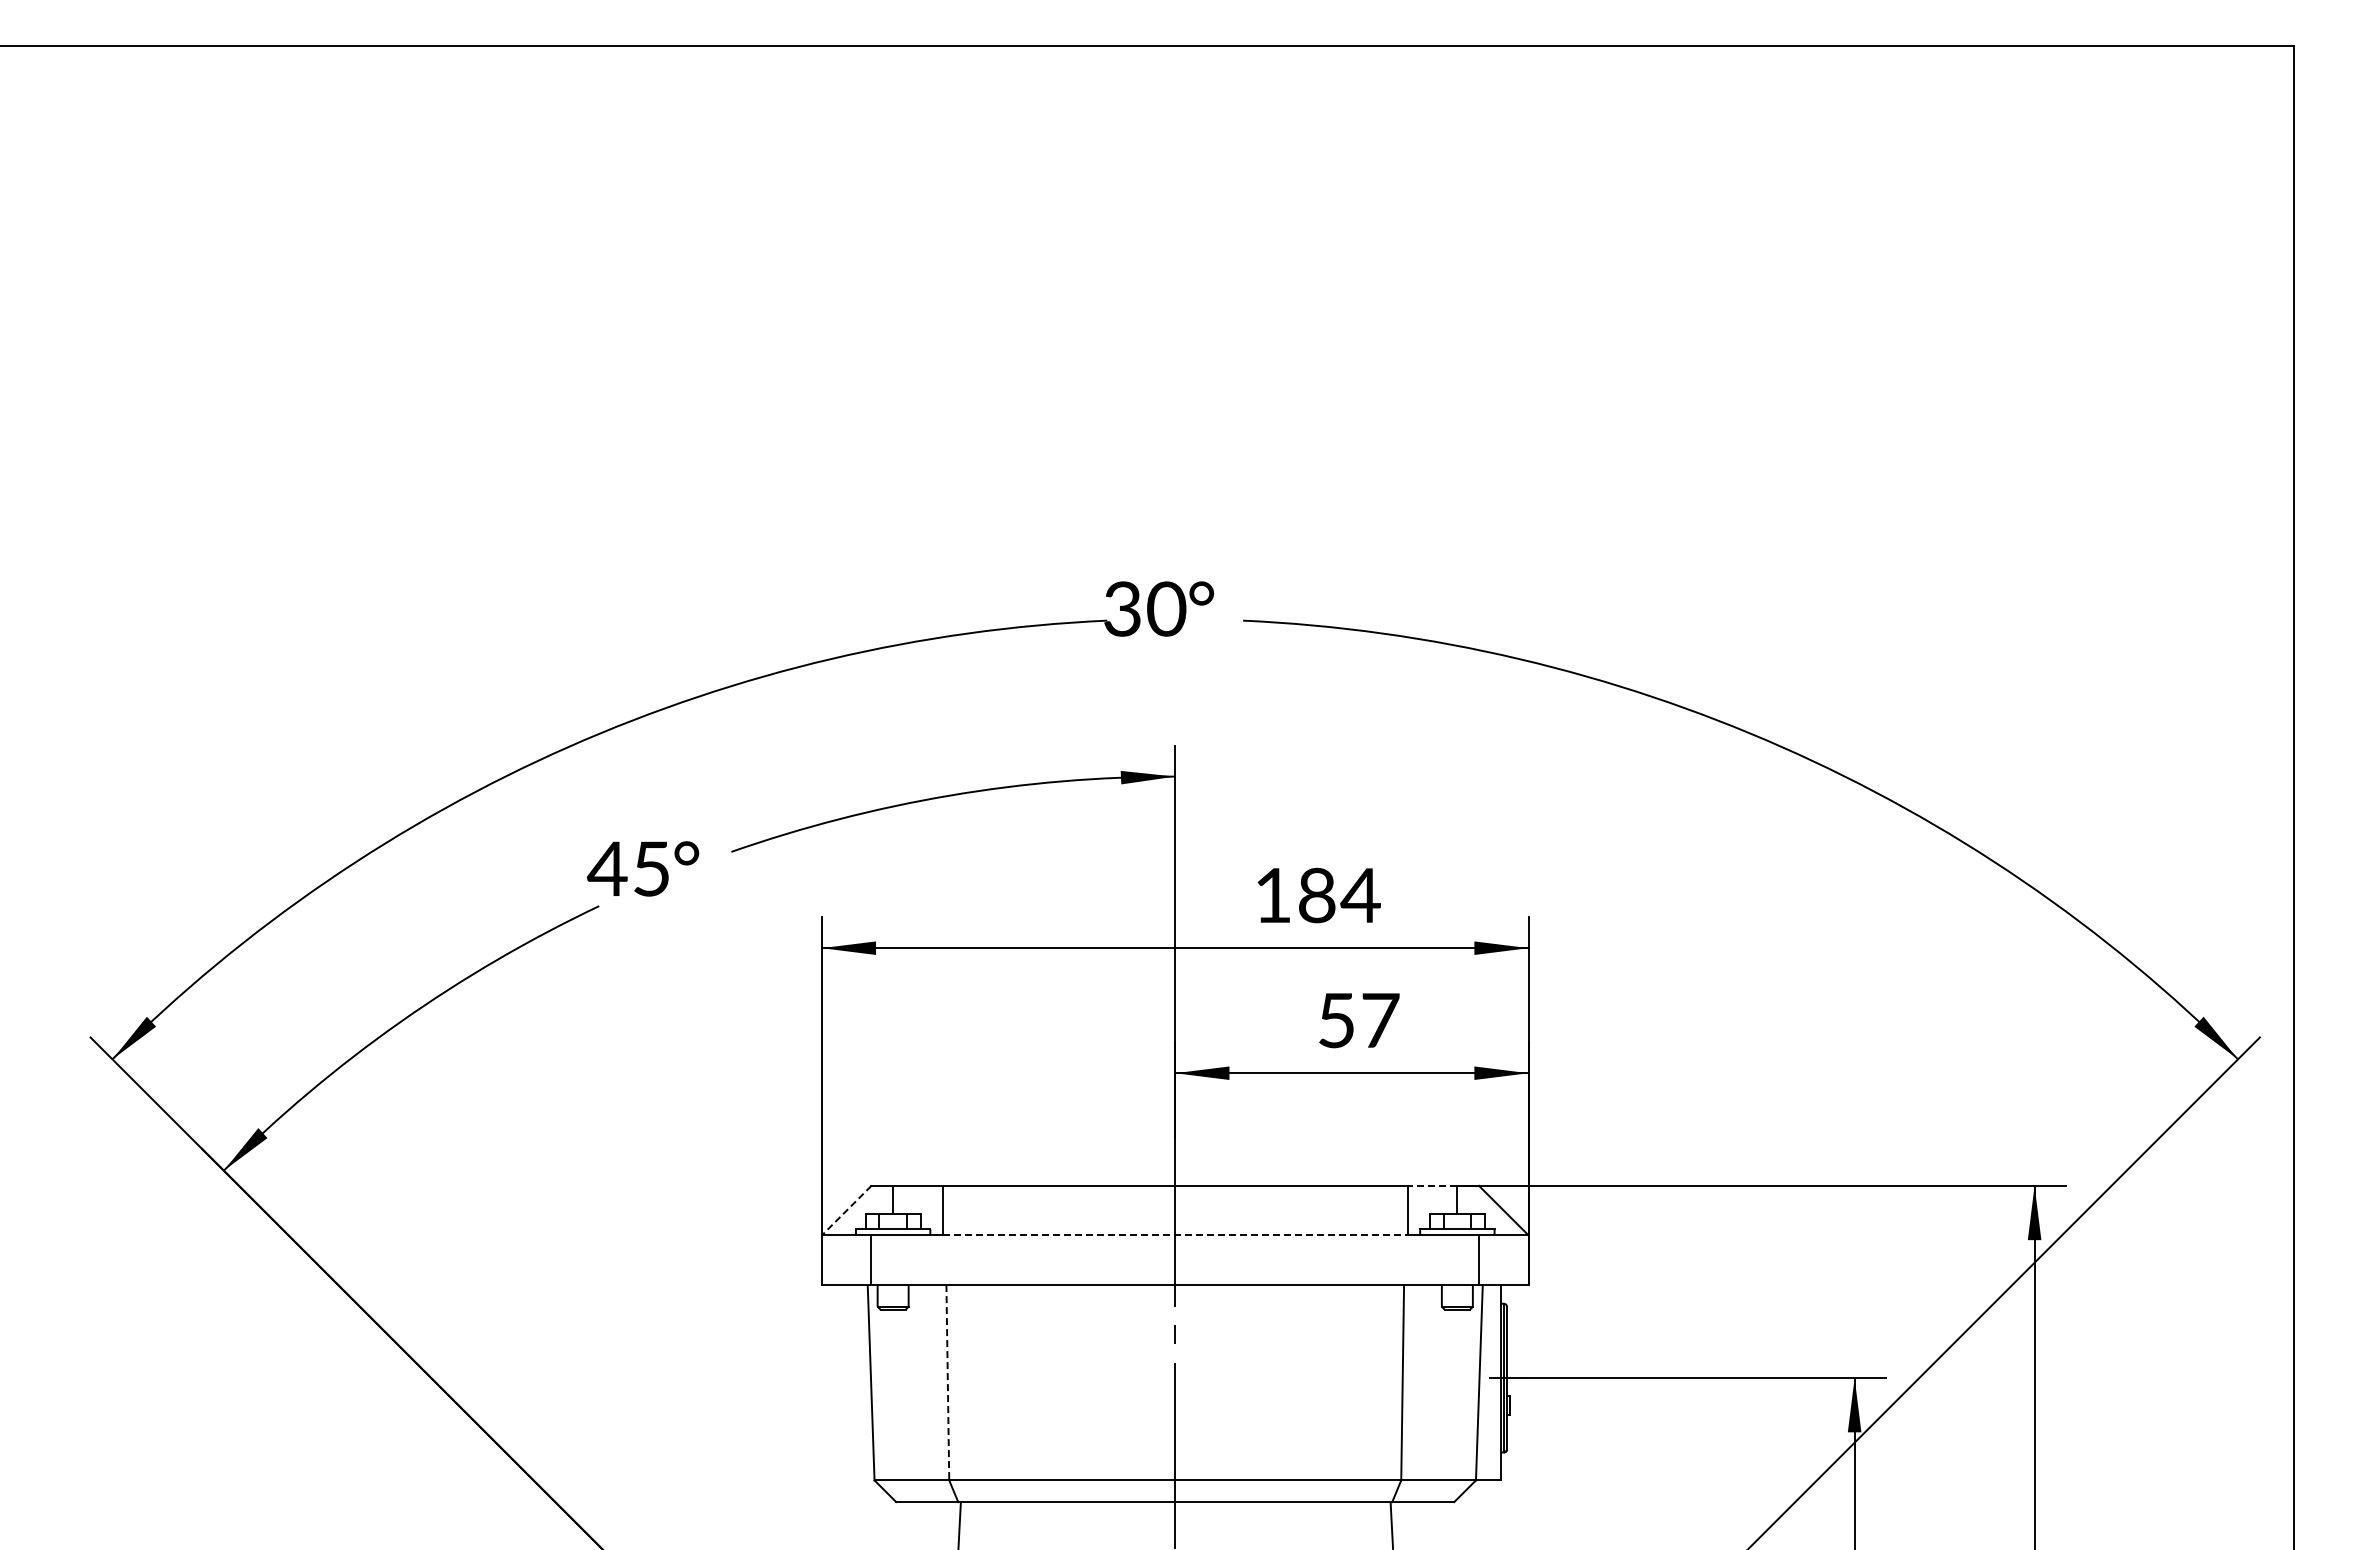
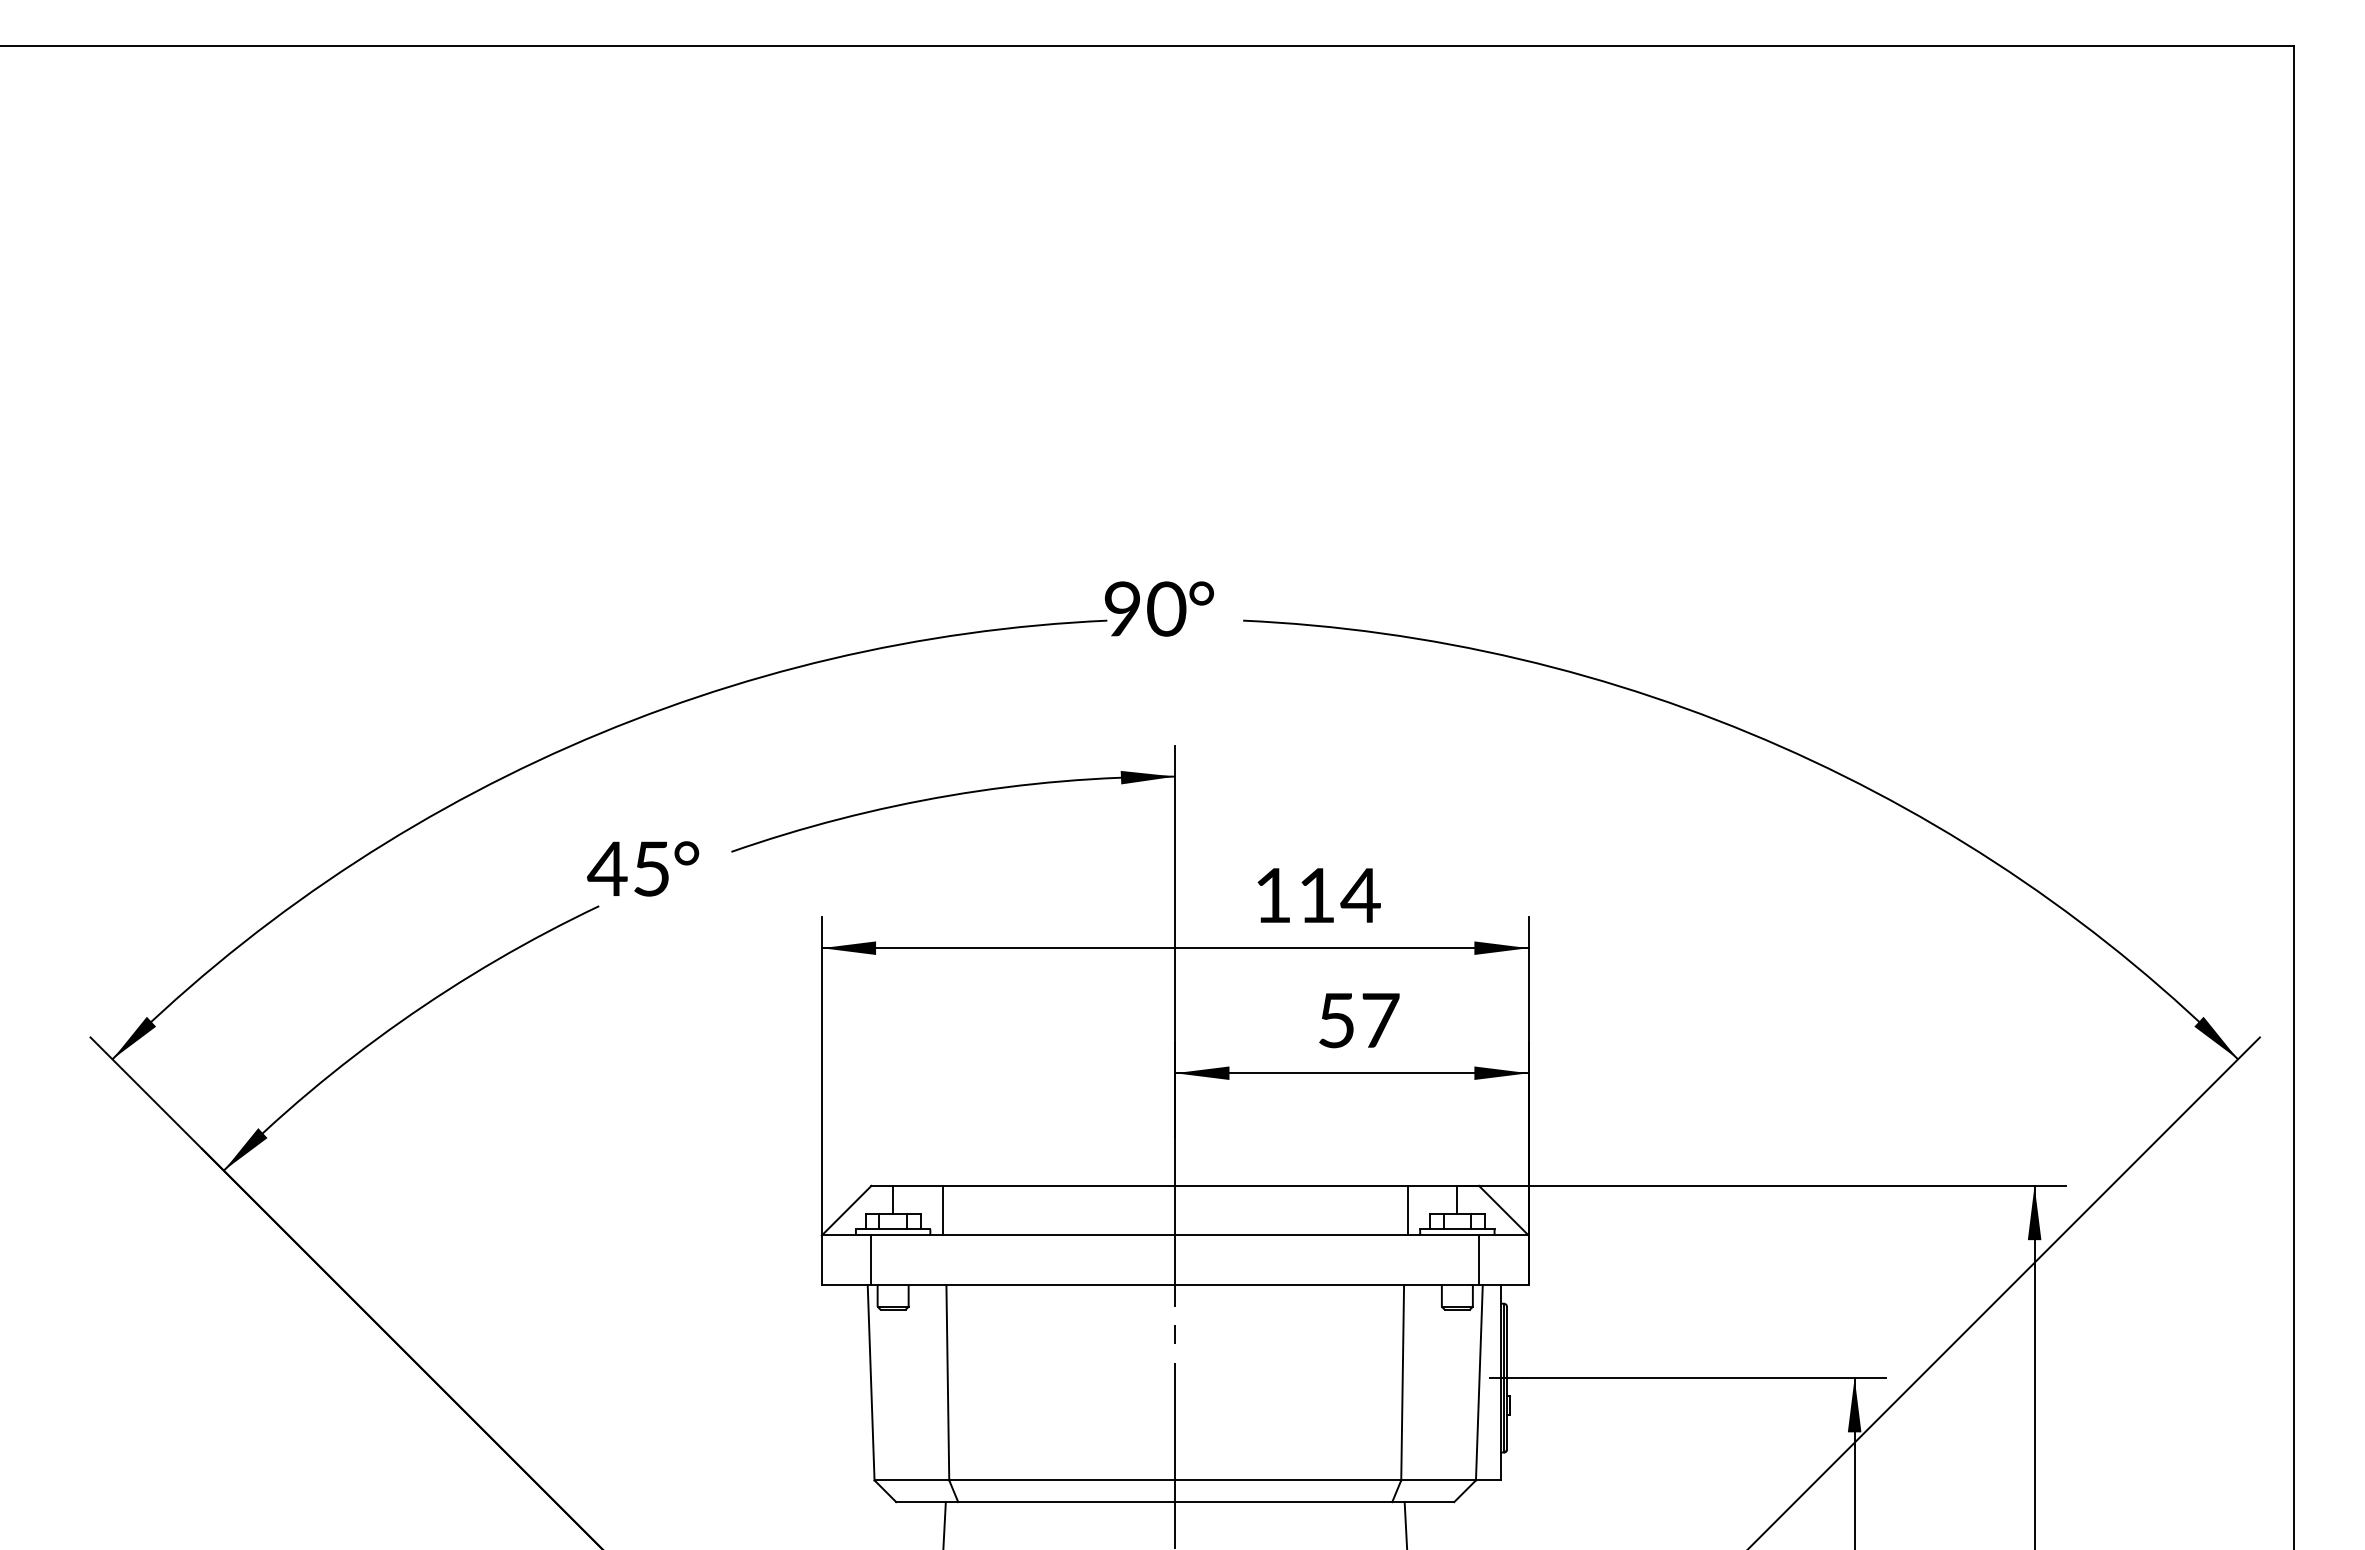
text at (1122, 608): 30 -> 90
text at (1317, 895): 184 -> 114
line at (1432, 1185): dashed -> solid
line at (846, 1211): dashed -> solid
line at (1175, 1235): dashed -> solid
line at (947, 1382): dashed -> solid
line at (959, 1524) position: (959, 1524) -> (944, 1524)
line at (1391, 1524) position: (1391, 1524) -> (1405, 1524)
